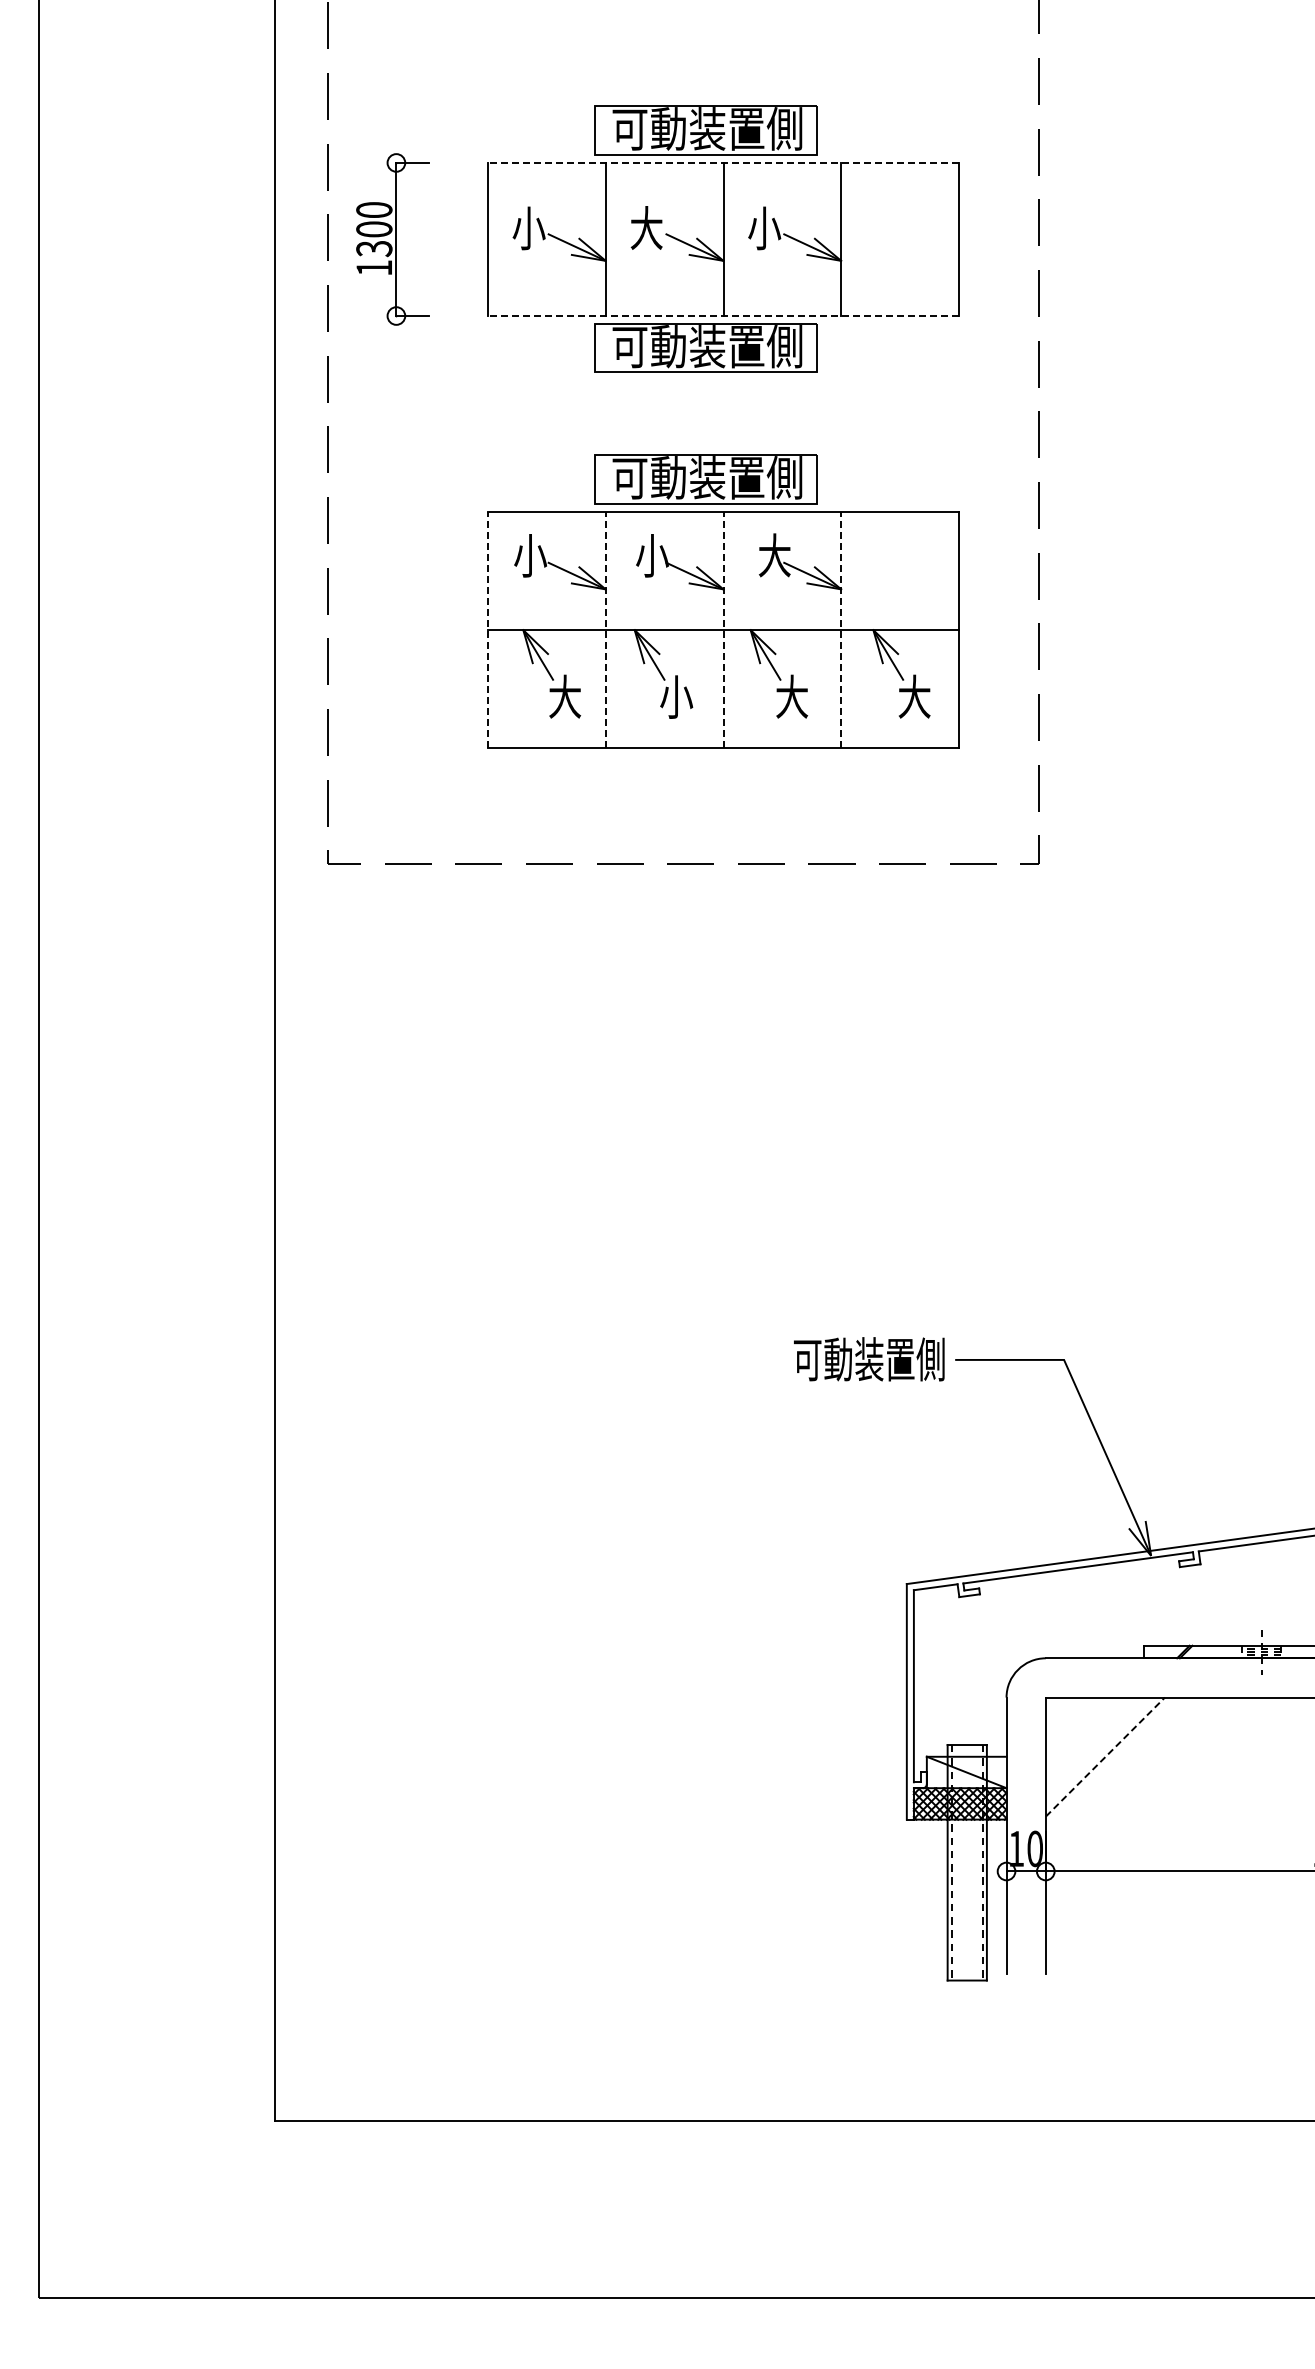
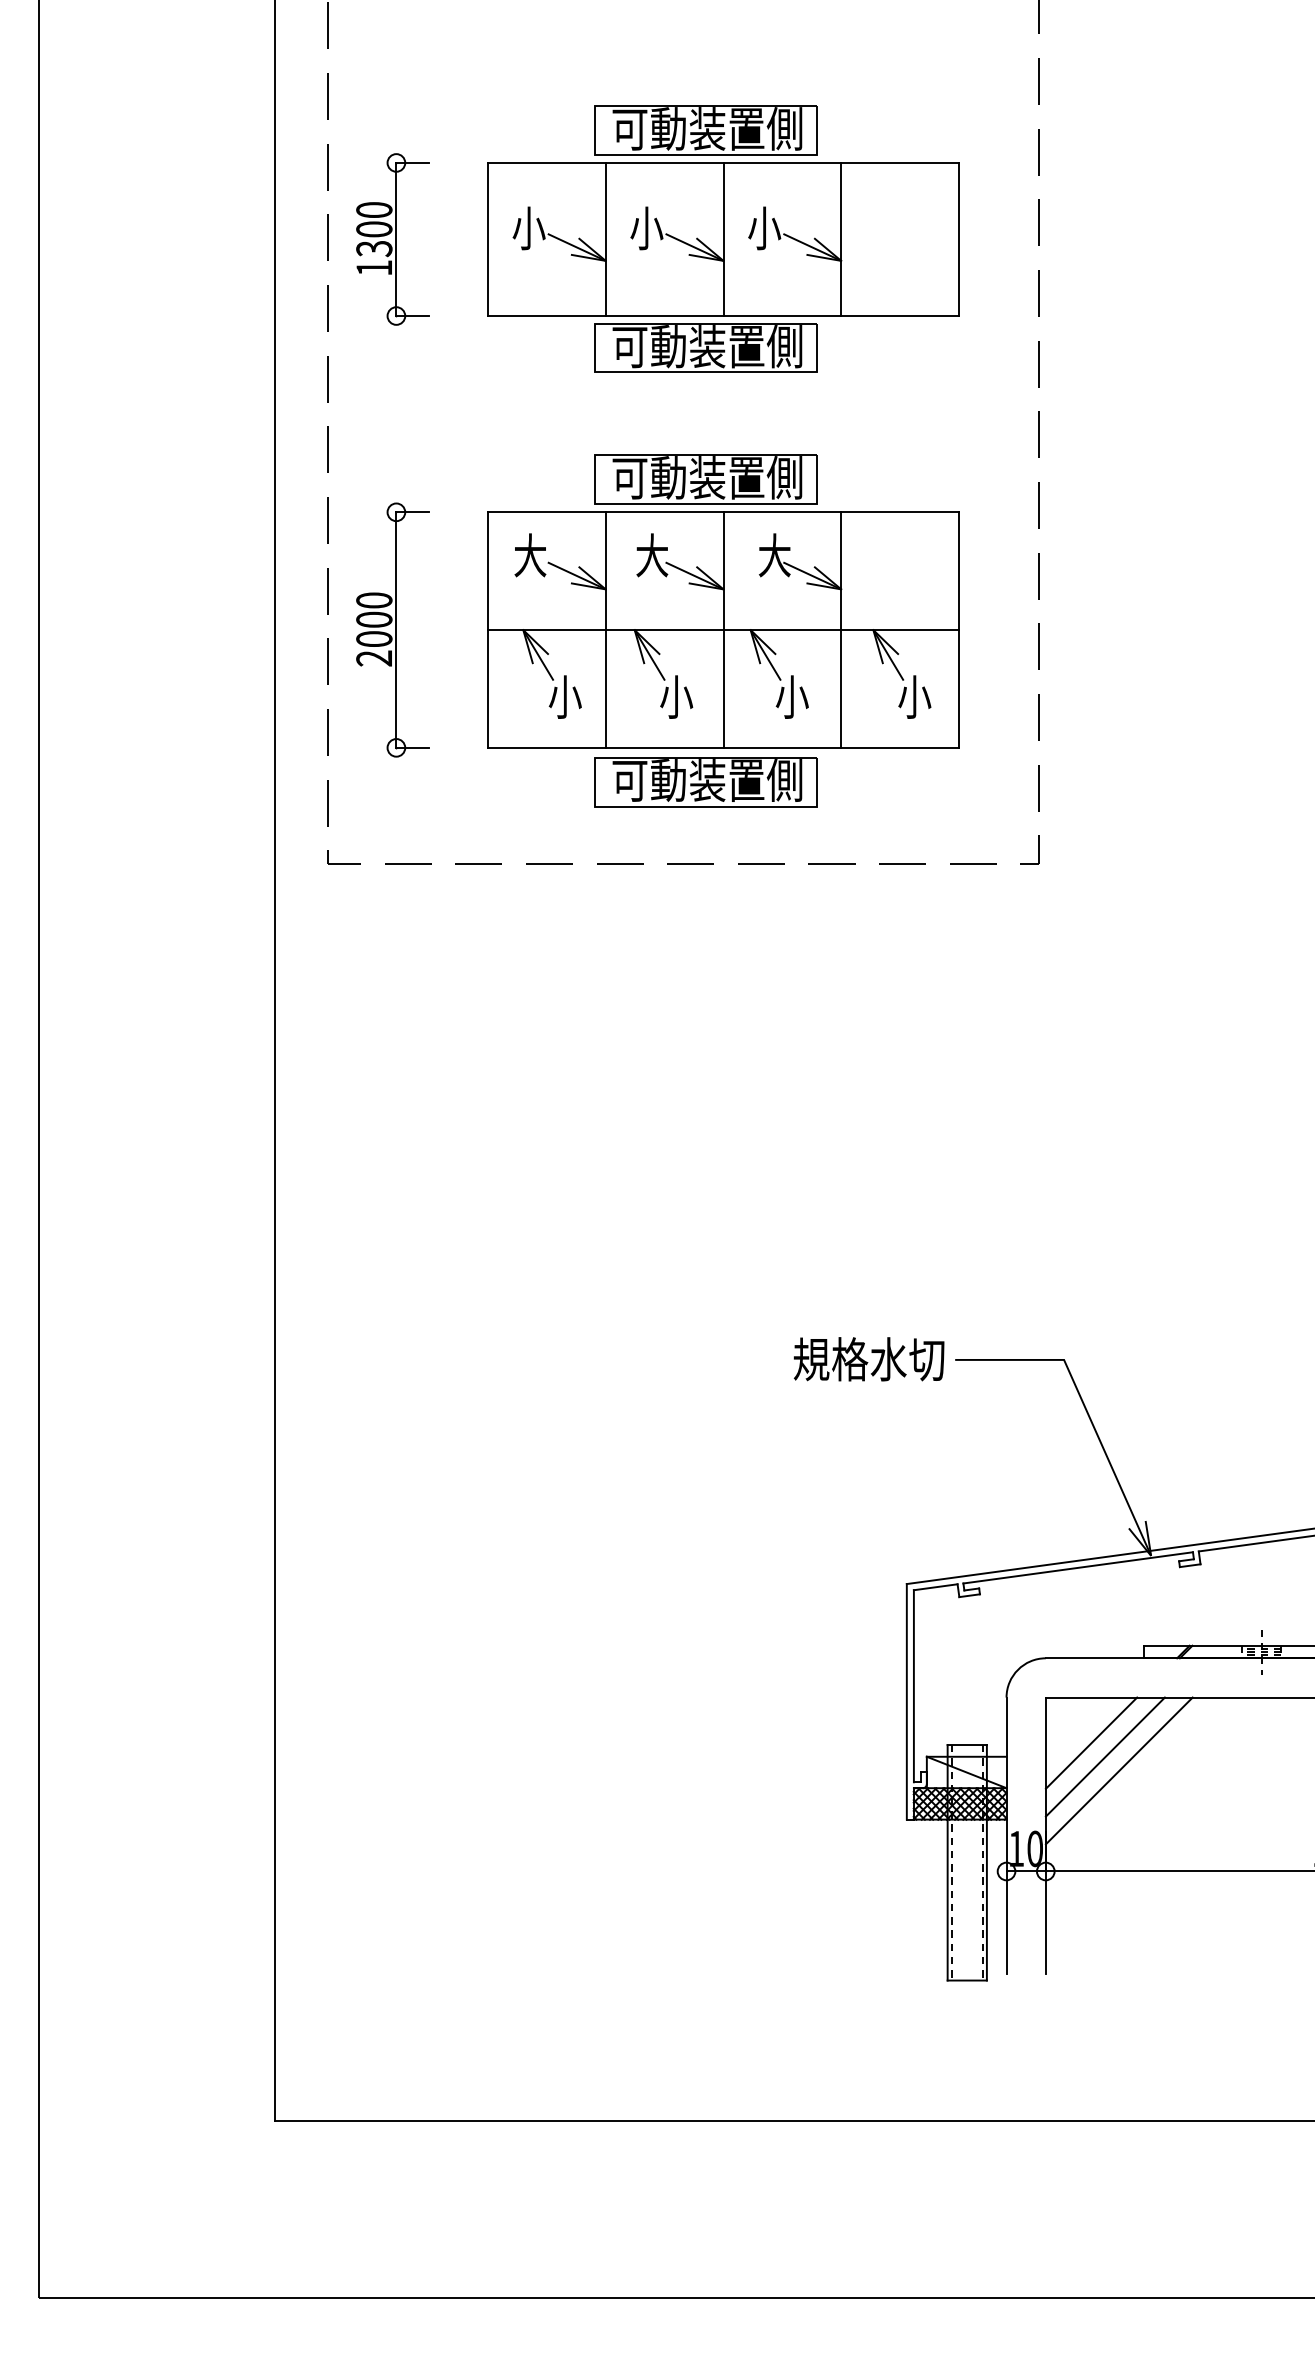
line at (723, 162): dashed -> solid
text at (646, 228): 大 -> 小
line at (723, 316): dashed -> solid
text at (530, 555): 小 -> 大
text at (652, 555): 小 -> 大
part at (392, 629): none -> present
line at (487, 630): dashed -> solid
line at (605, 630): dashed -> solid
line at (723, 630): dashed -> solid
line at (841, 630): dashed -> solid
text at (564, 696): 大 -> 小
text at (791, 696): 大 -> 小
text at (914, 696): 大 -> 小
part at (705, 782): none -> present
text at (868, 1359): 可動装置側 -> 規格水切
line at (1091, 1742): none -> present
line at (1105, 1756): dashed -> solid
line at (1118, 1770): none -> present
